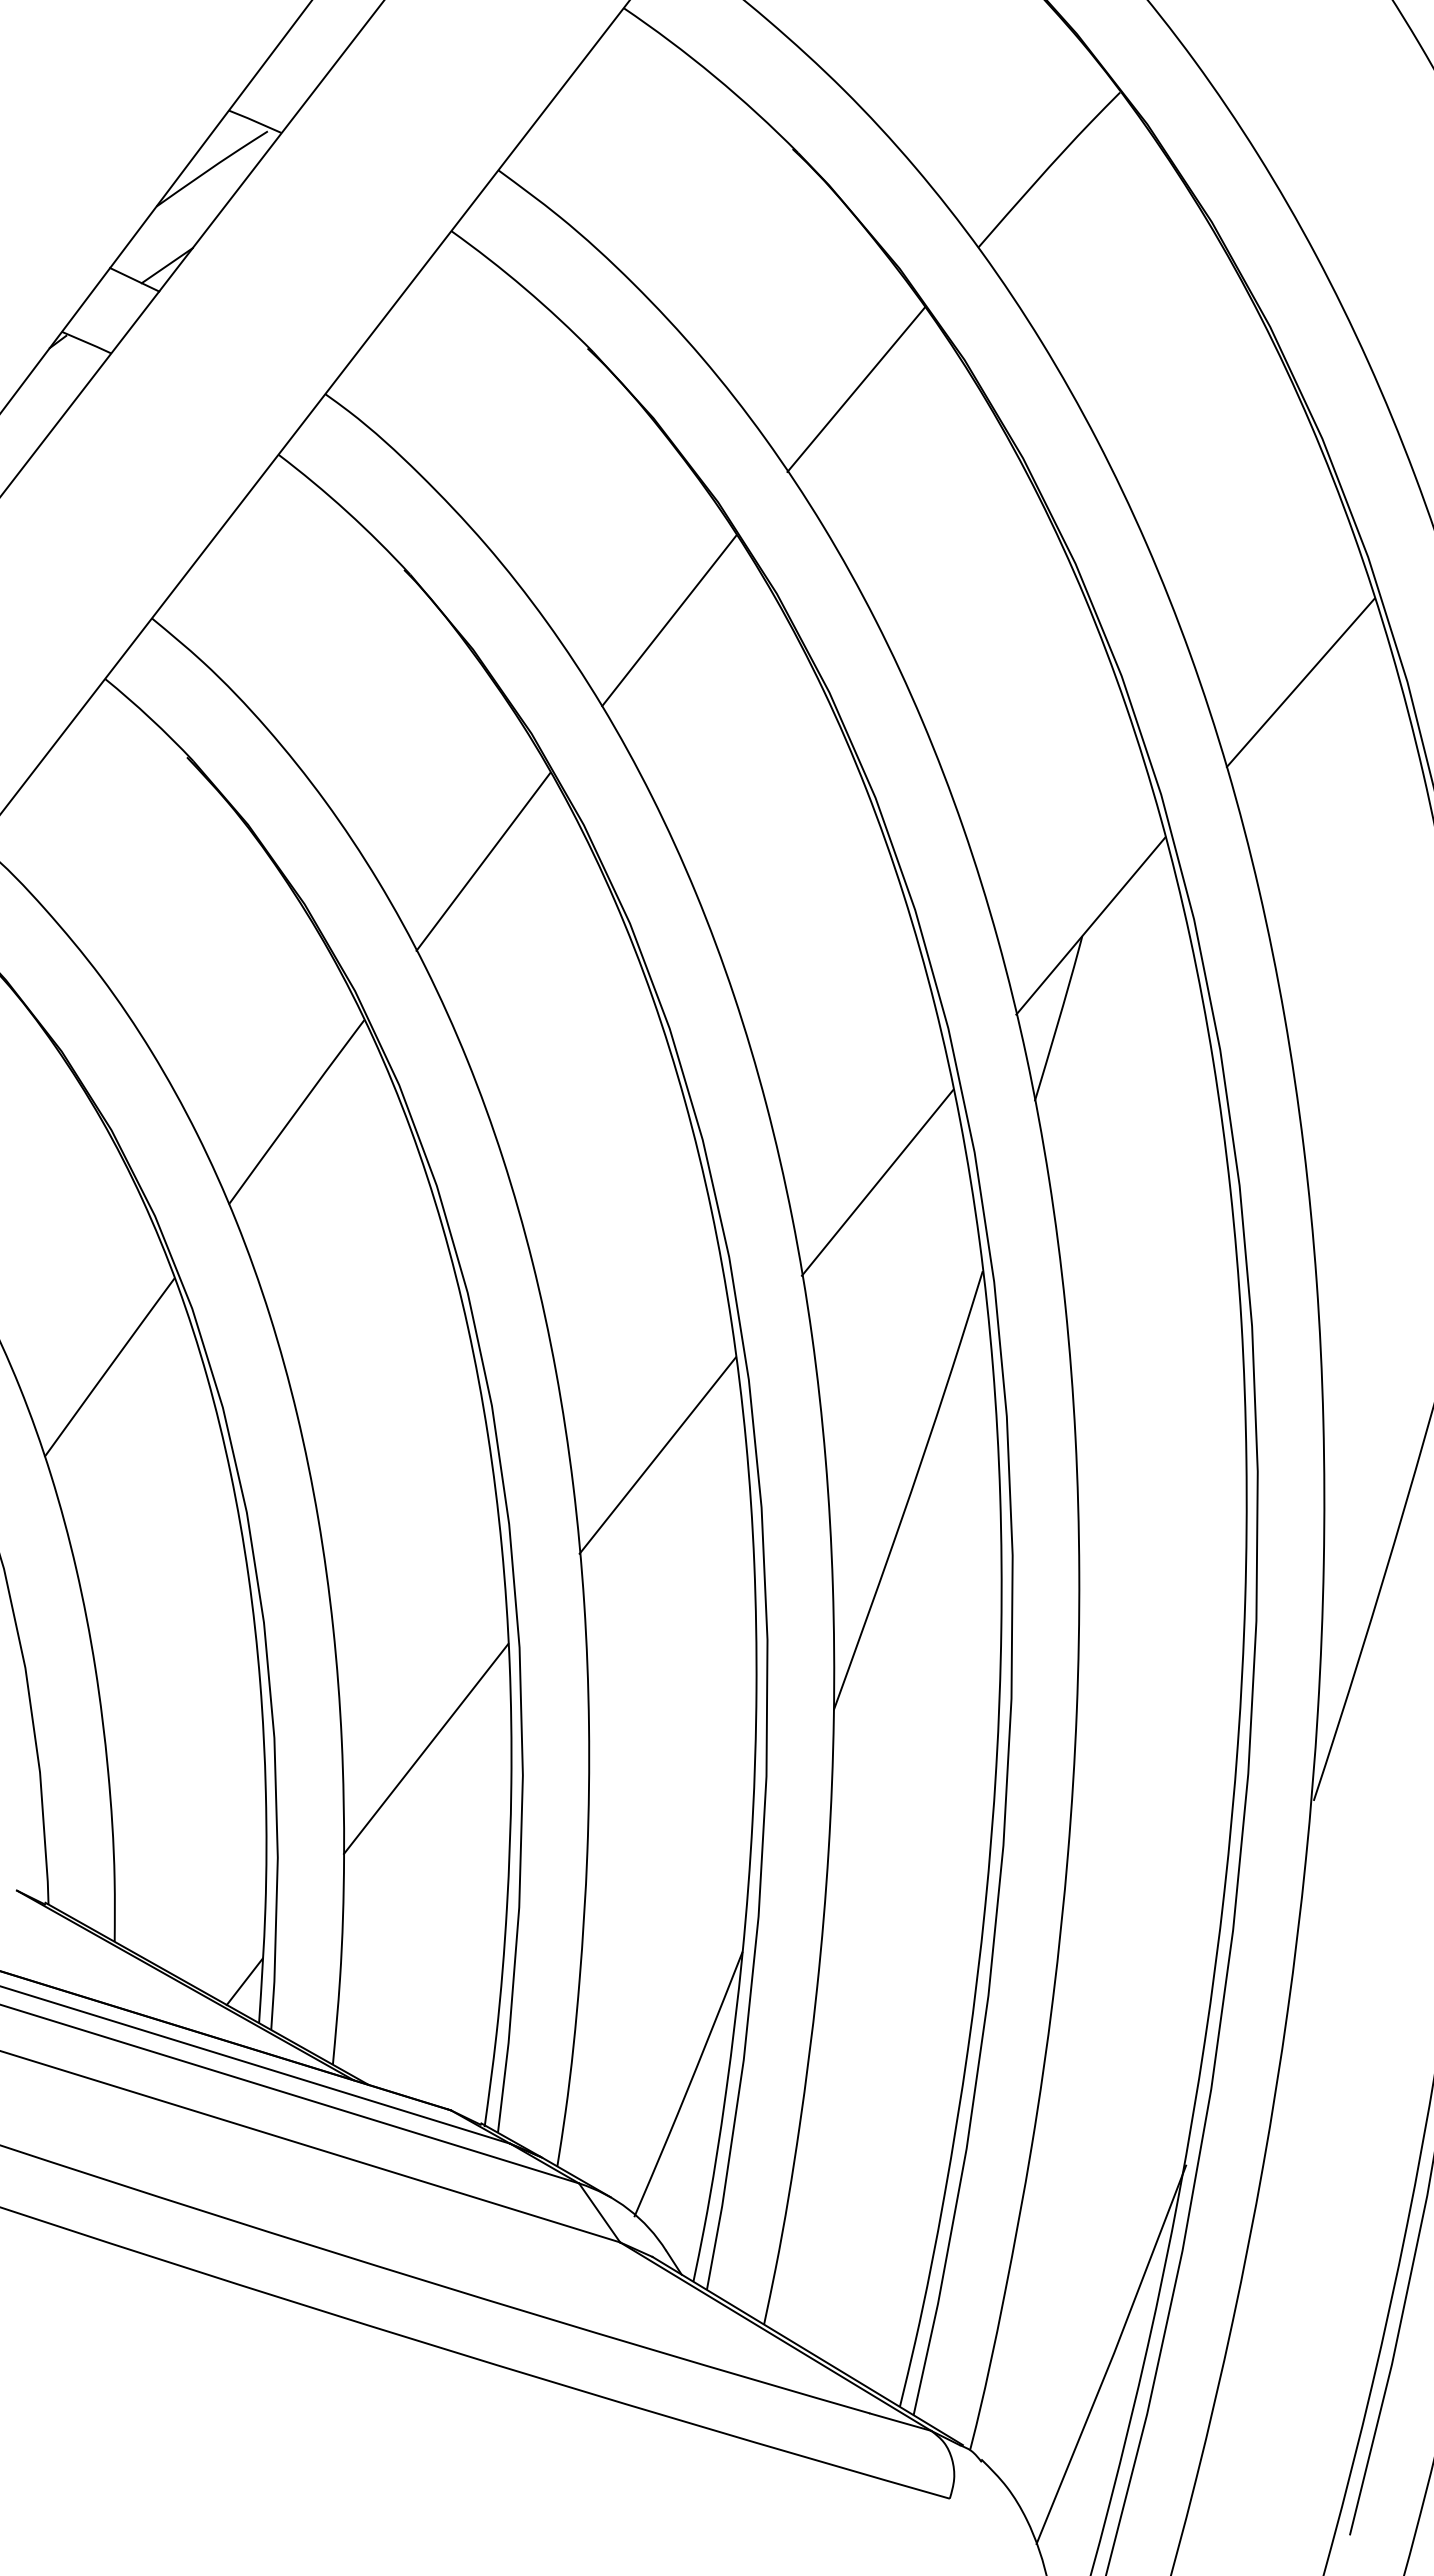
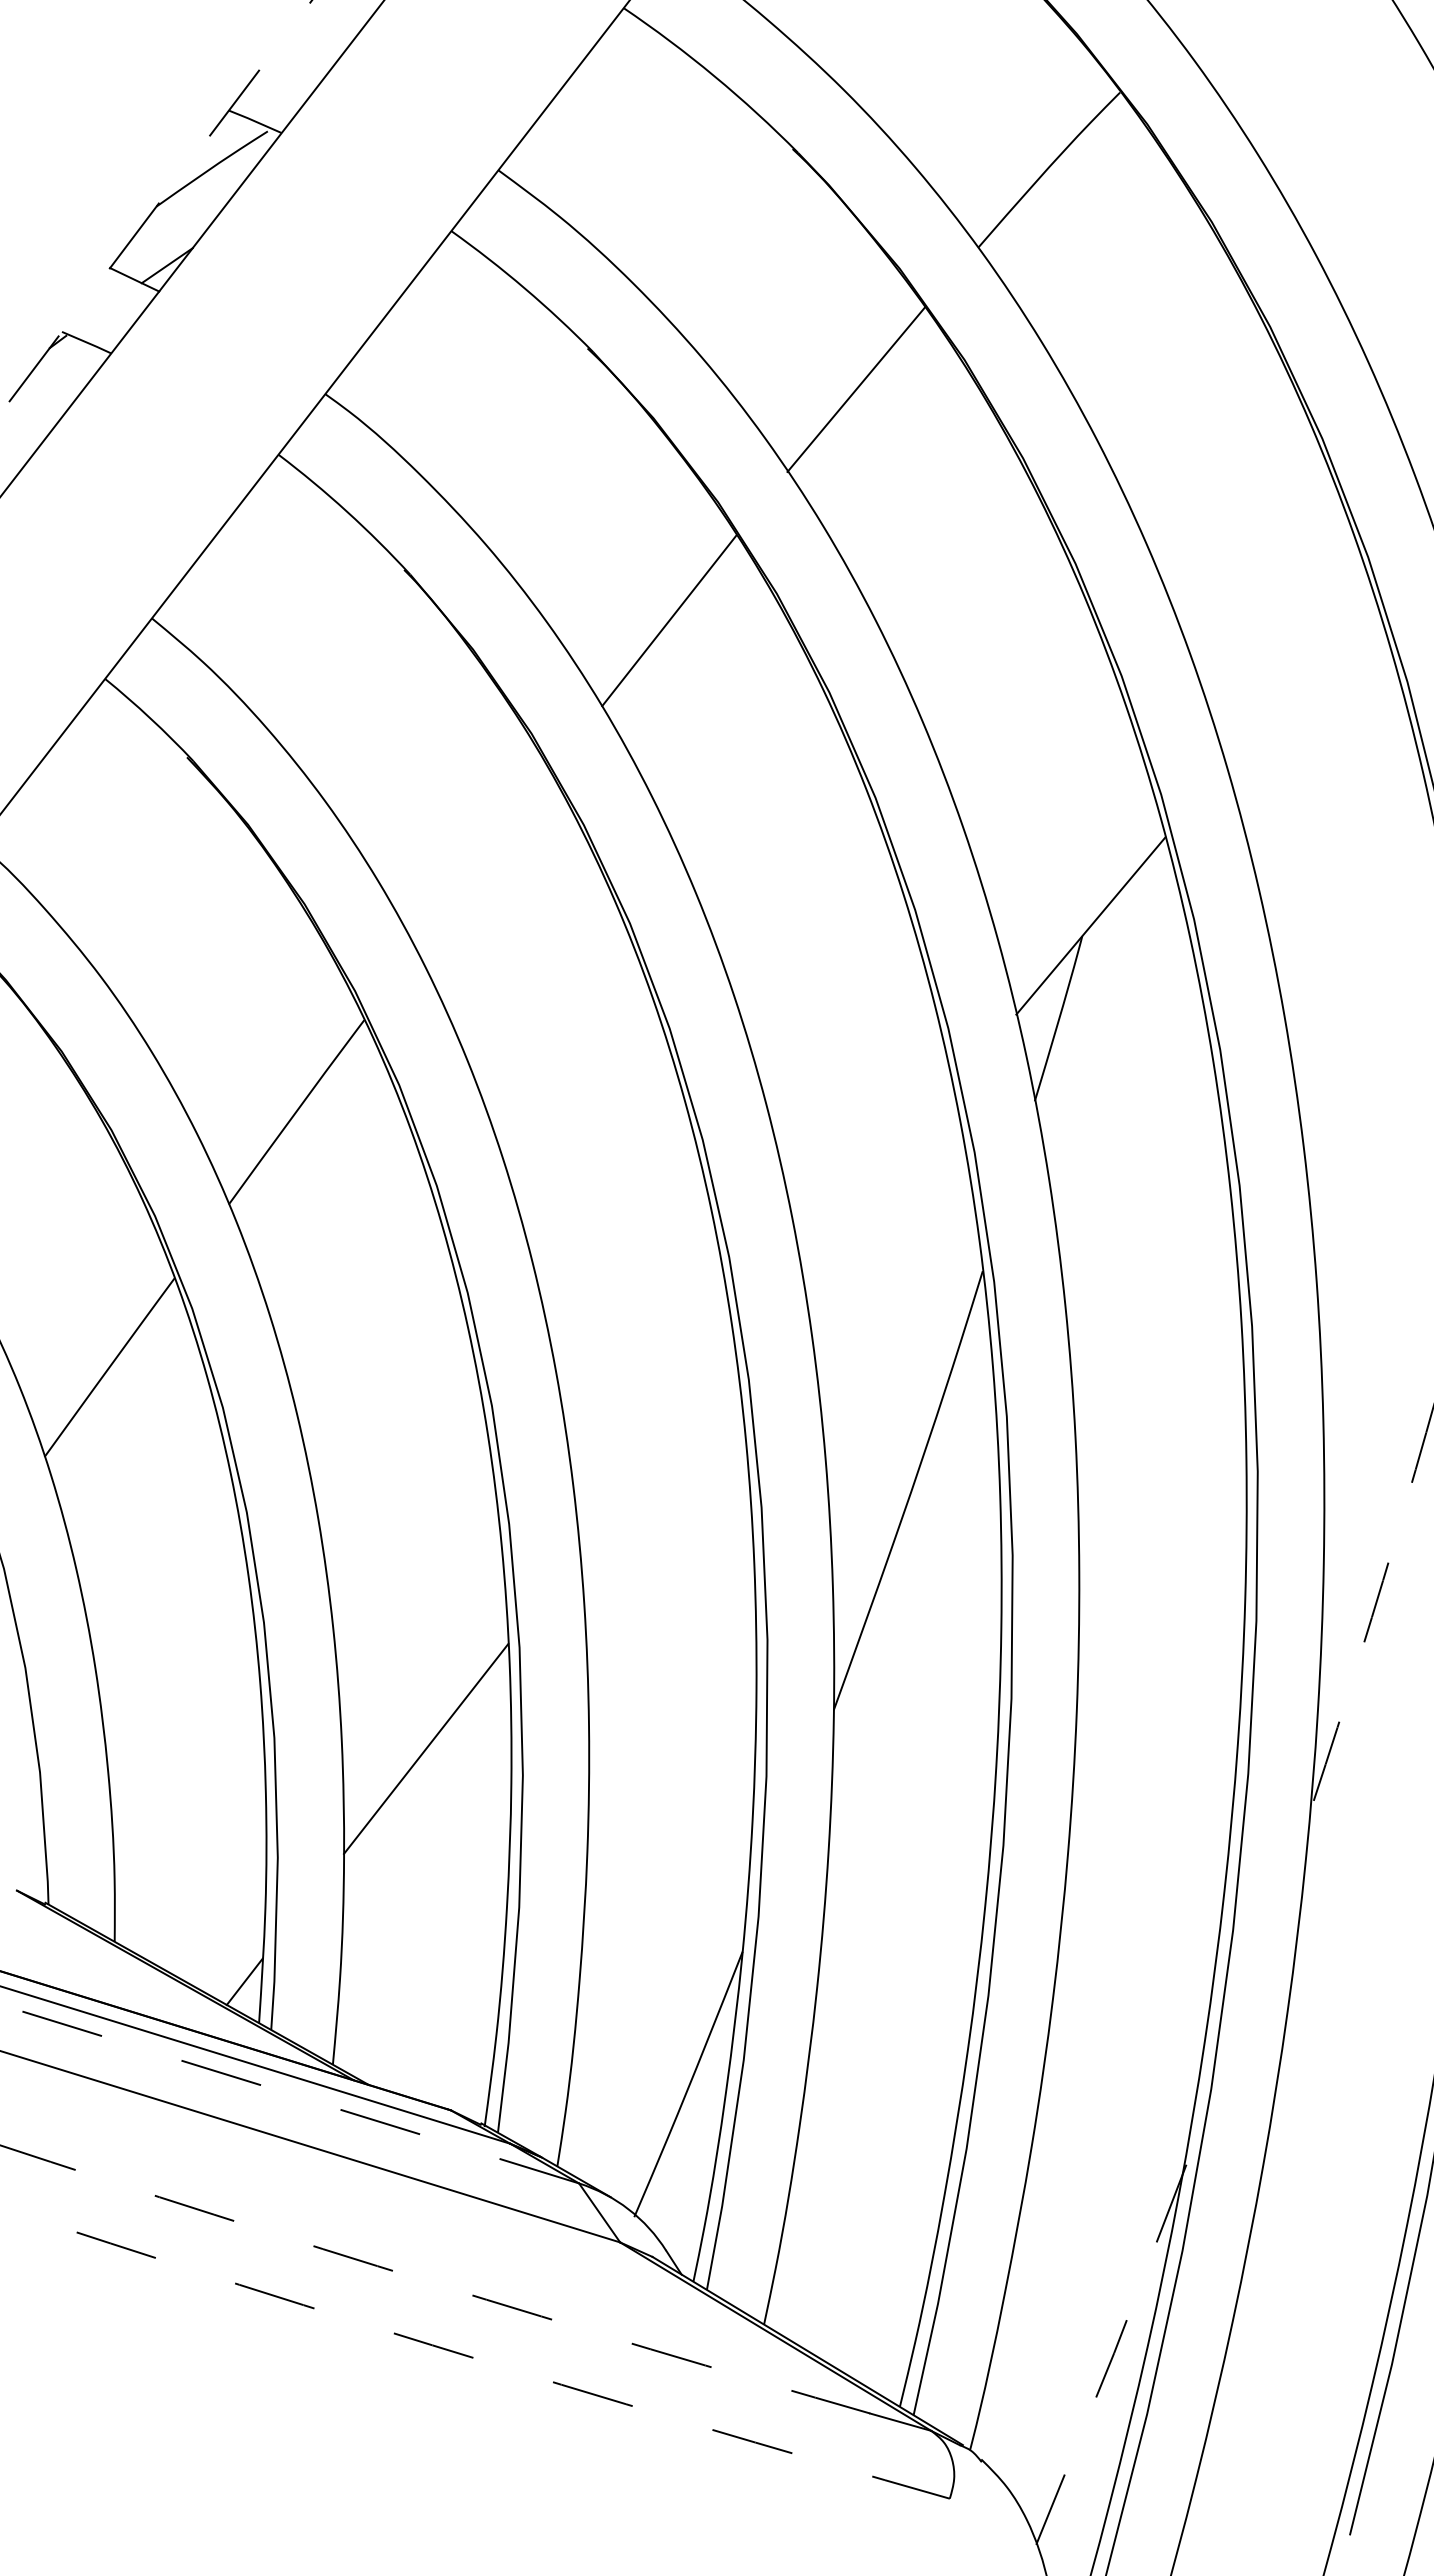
line at (156, 207): solid -> dashed
line at (1300, 682): present -> none
line at (483, 861): present -> none
line at (877, 1182): present -> none
line at (657, 1455): present -> none
arc at (1375, 1604): solid -> dashed
line at (289, 2094): solid -> dashed
arc at (434, 2283): solid -> dashed
line at (1113, 2354): solid -> dashed
arc at (473, 2357): solid -> dashed
